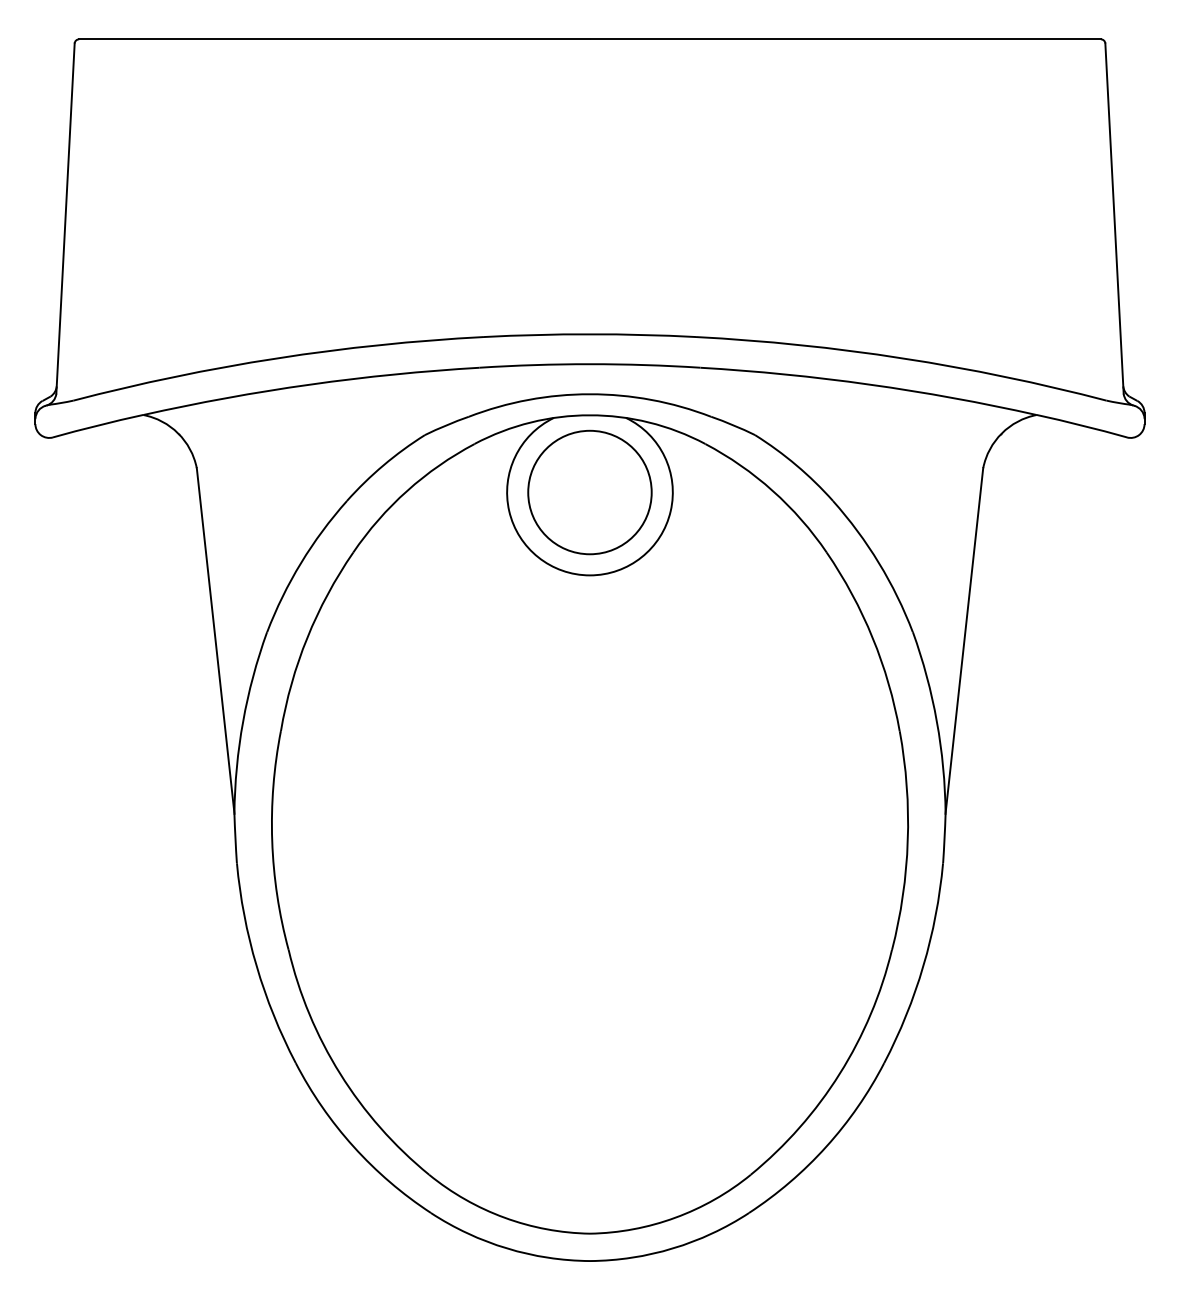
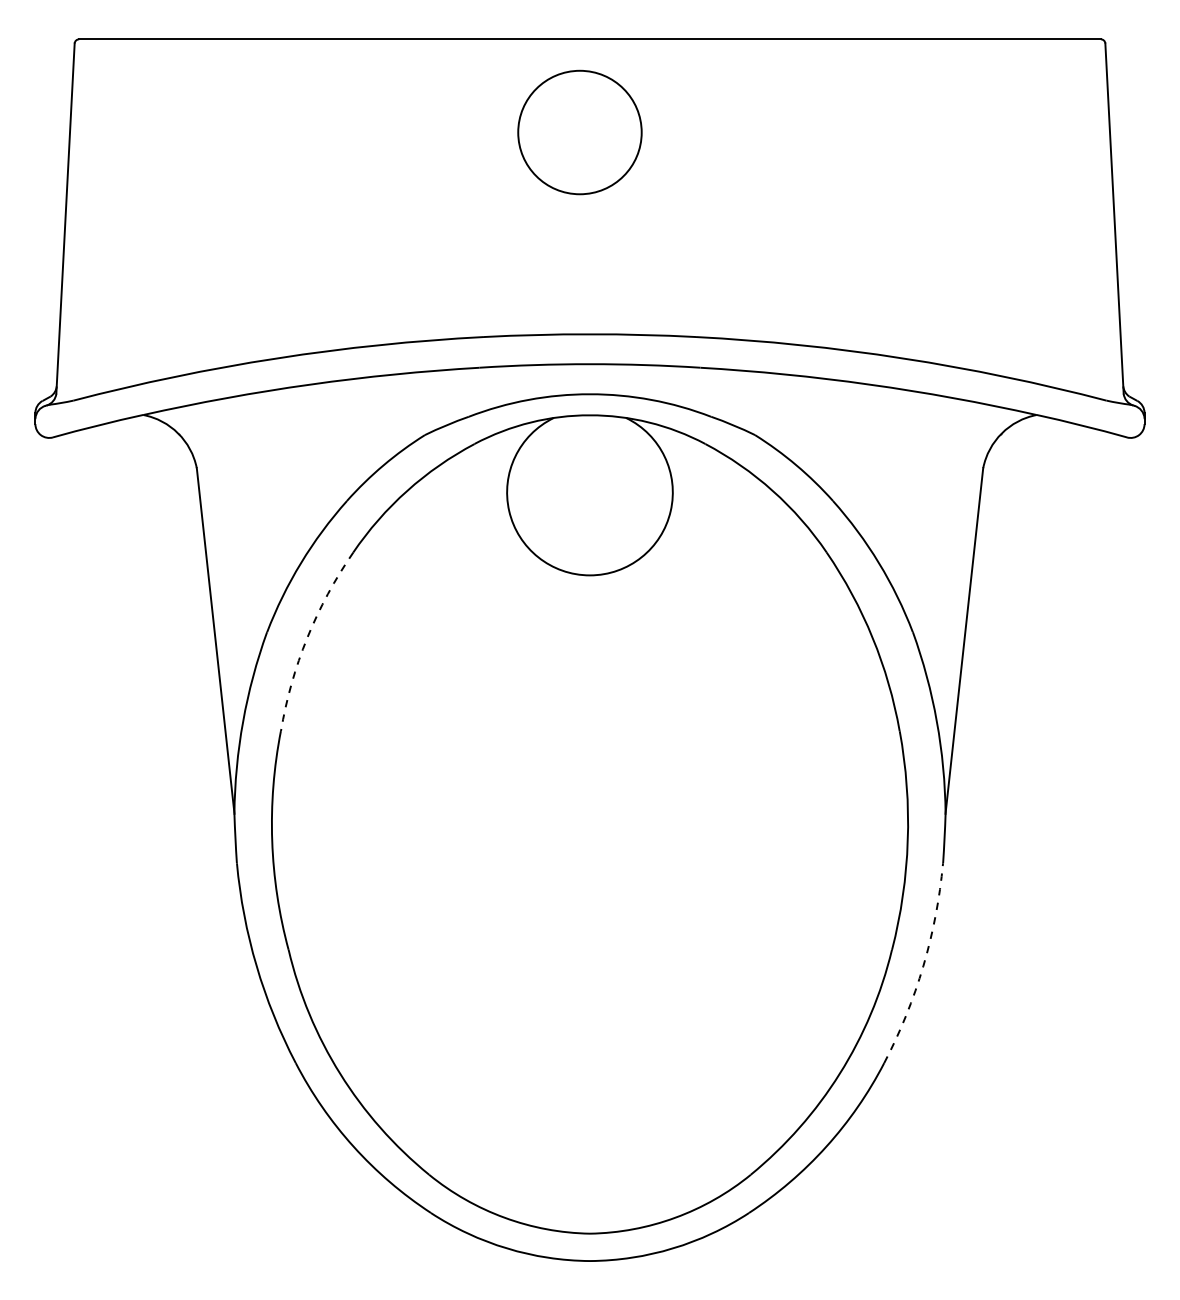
circle at (589, 492) position: (589, 492) -> (579, 132)
arc at (307, 637): solid -> dashed
arc at (923, 966): solid -> dashed
